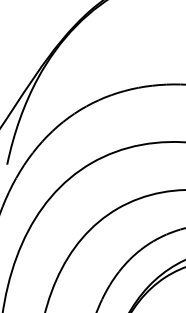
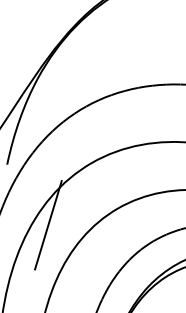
line at (48, 225): none -> present
